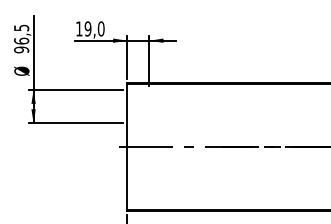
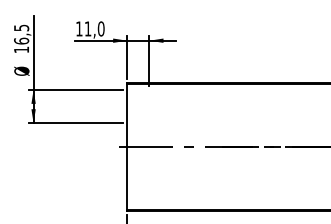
text at (87, 28): 19,0 -> 11,0
text at (21, 49): 96,5 -> 16,5
